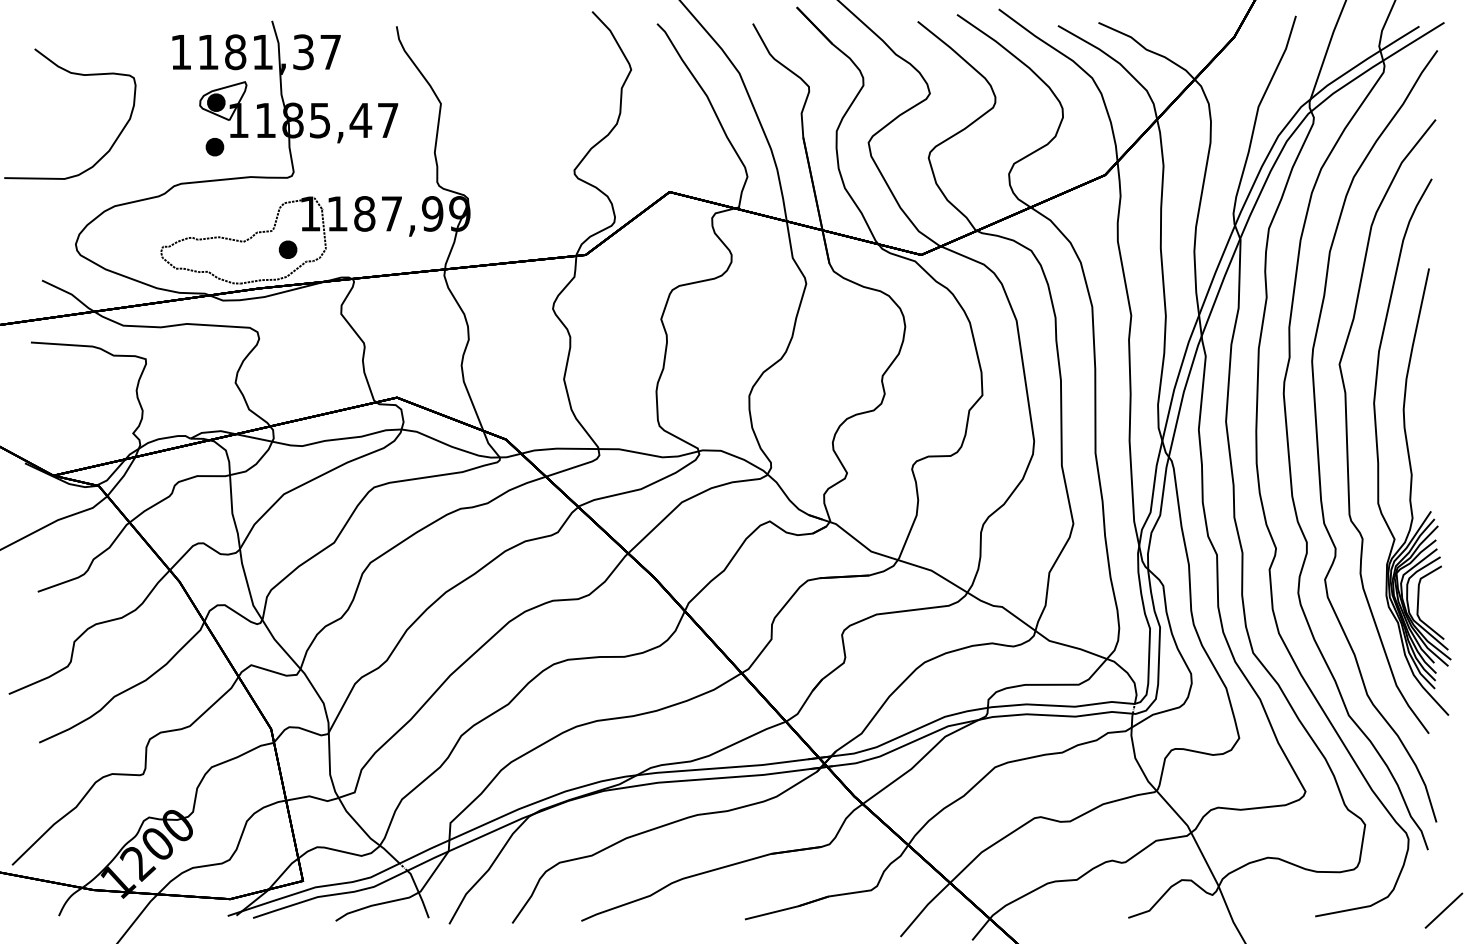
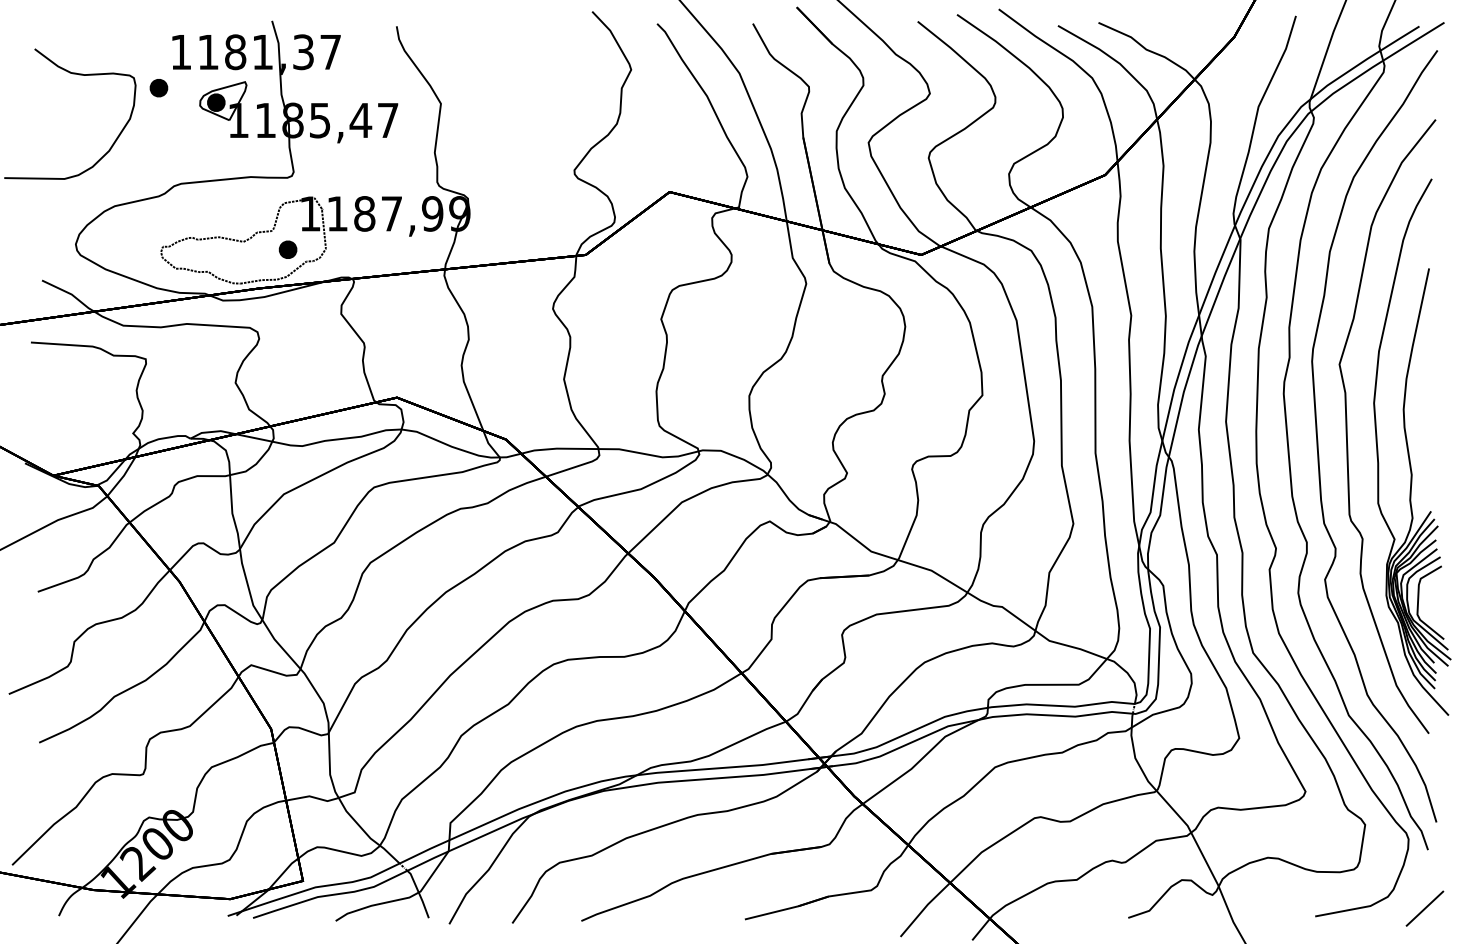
part at (214, 147) position: (214, 147) -> (158, 88)
line at (1443, 910) position: (1443, 910) -> (1424, 908)
